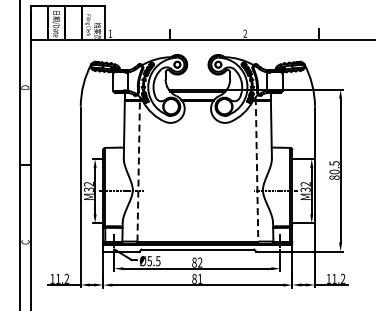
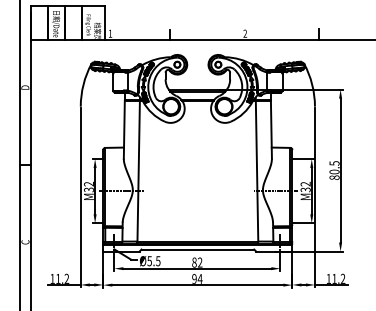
line at (138, 169): dashed -> solid
line at (257, 169): dashed -> solid
text at (197, 278): 81 -> 94
